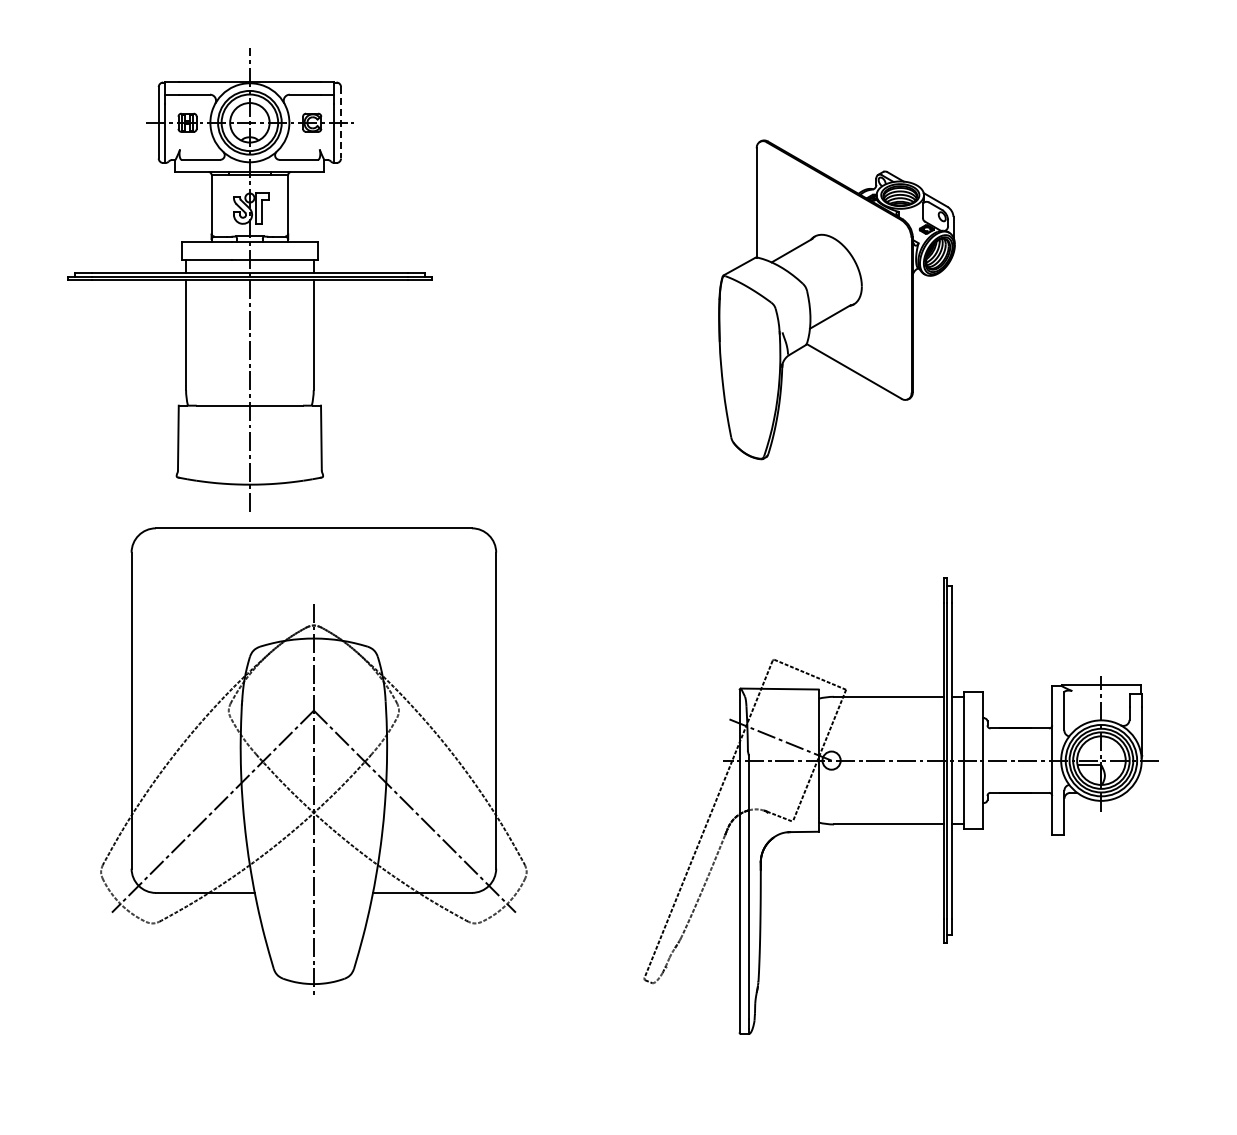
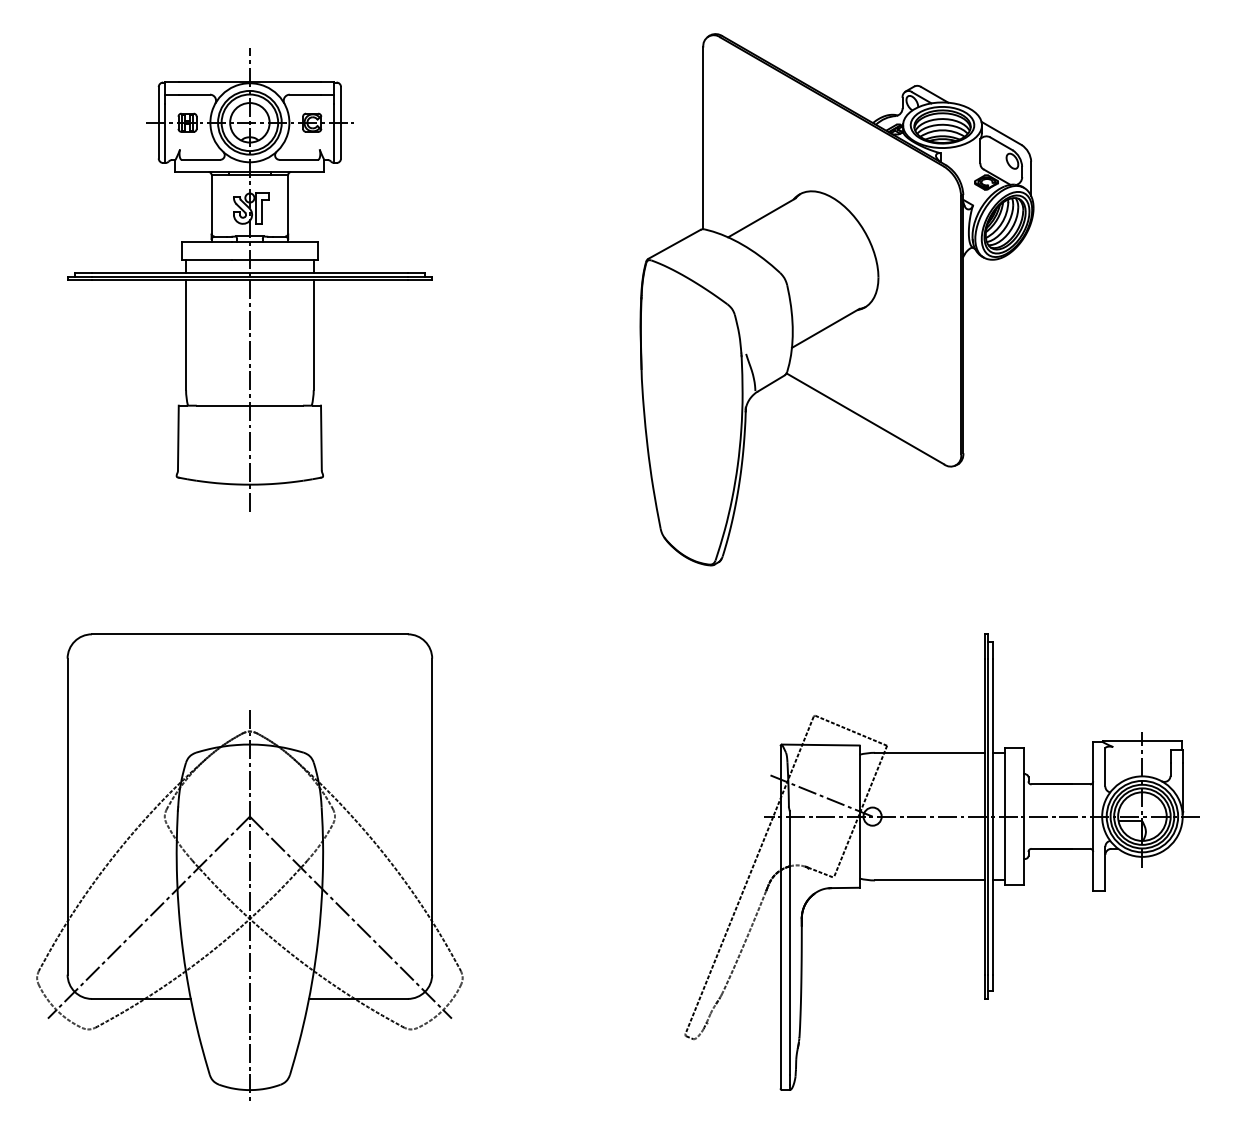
line at (341, 122): dashed -> solid
part at (836, 299) size: 238x322 px -> 396x534 px
part at (313, 760) position: (313, 760) -> (249, 866)
part at (900, 805) position: (900, 805) -> (941, 861)
